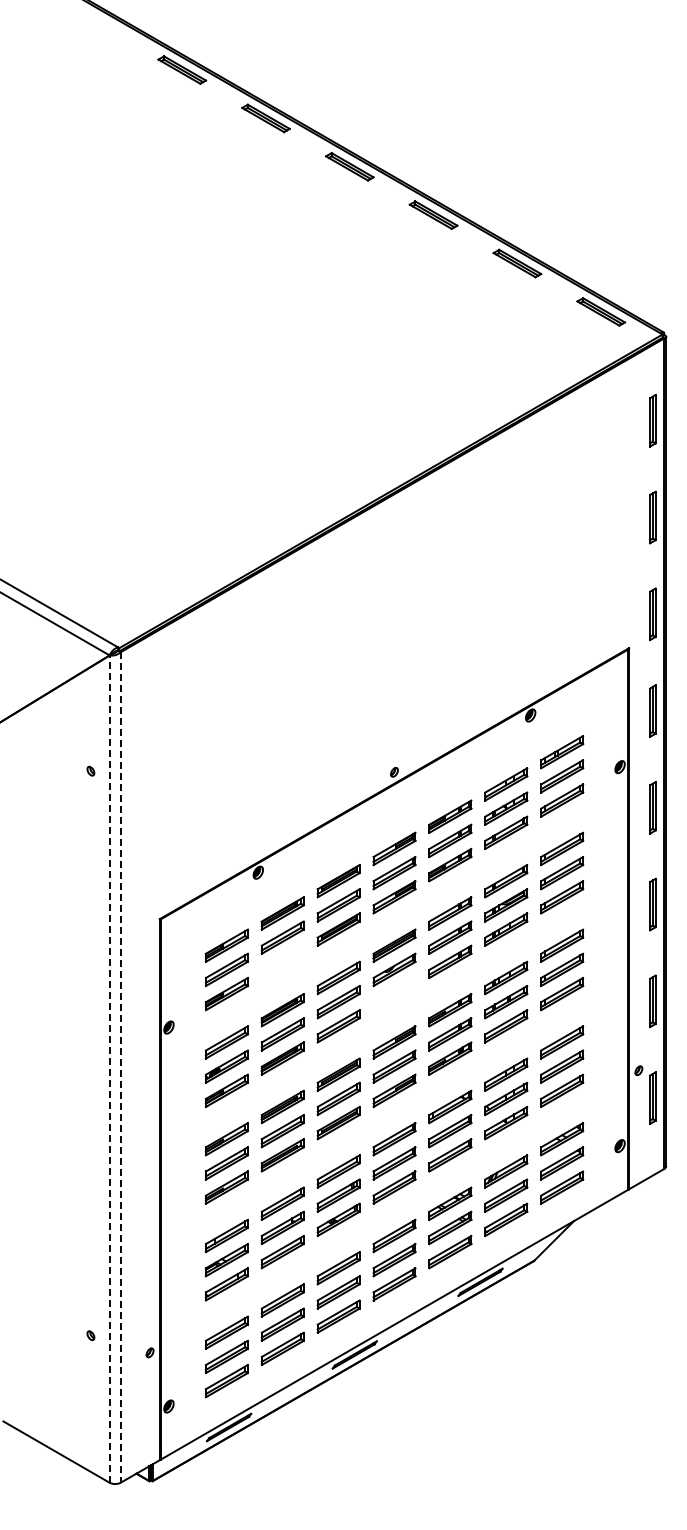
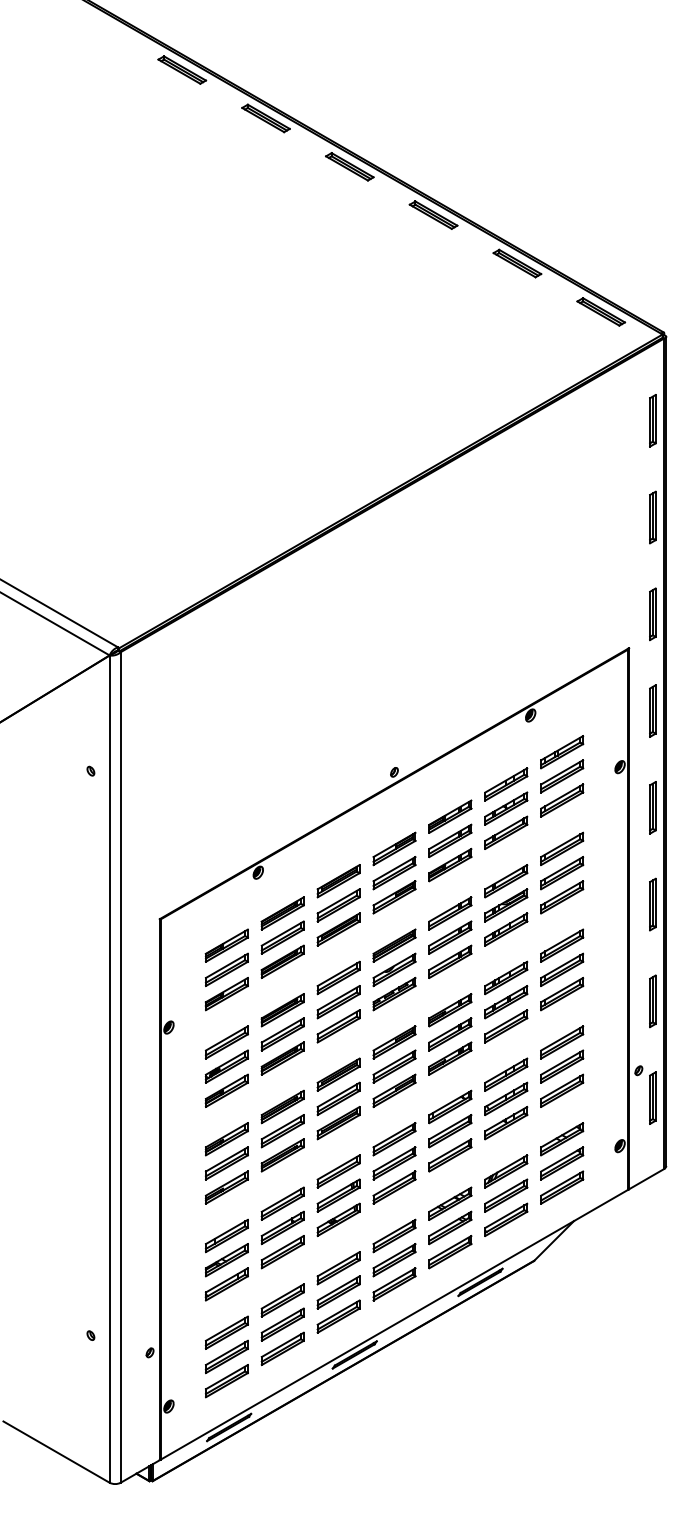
part at (282, 961): none -> present
part at (394, 993): none -> present
line at (120, 1067): dashed -> solid
line at (109, 1069): dashed -> solid
